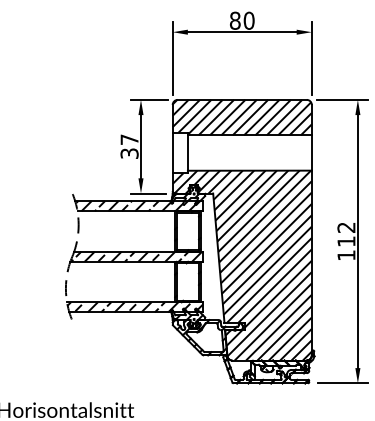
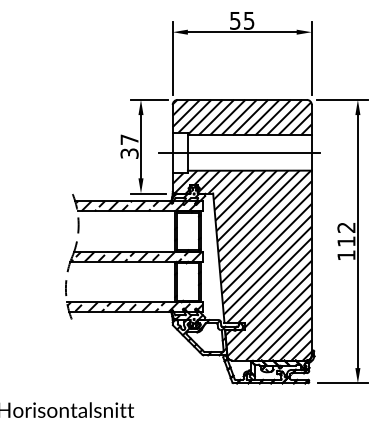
text at (242, 20): 80 -> 55
line at (239, 153): none -> present
